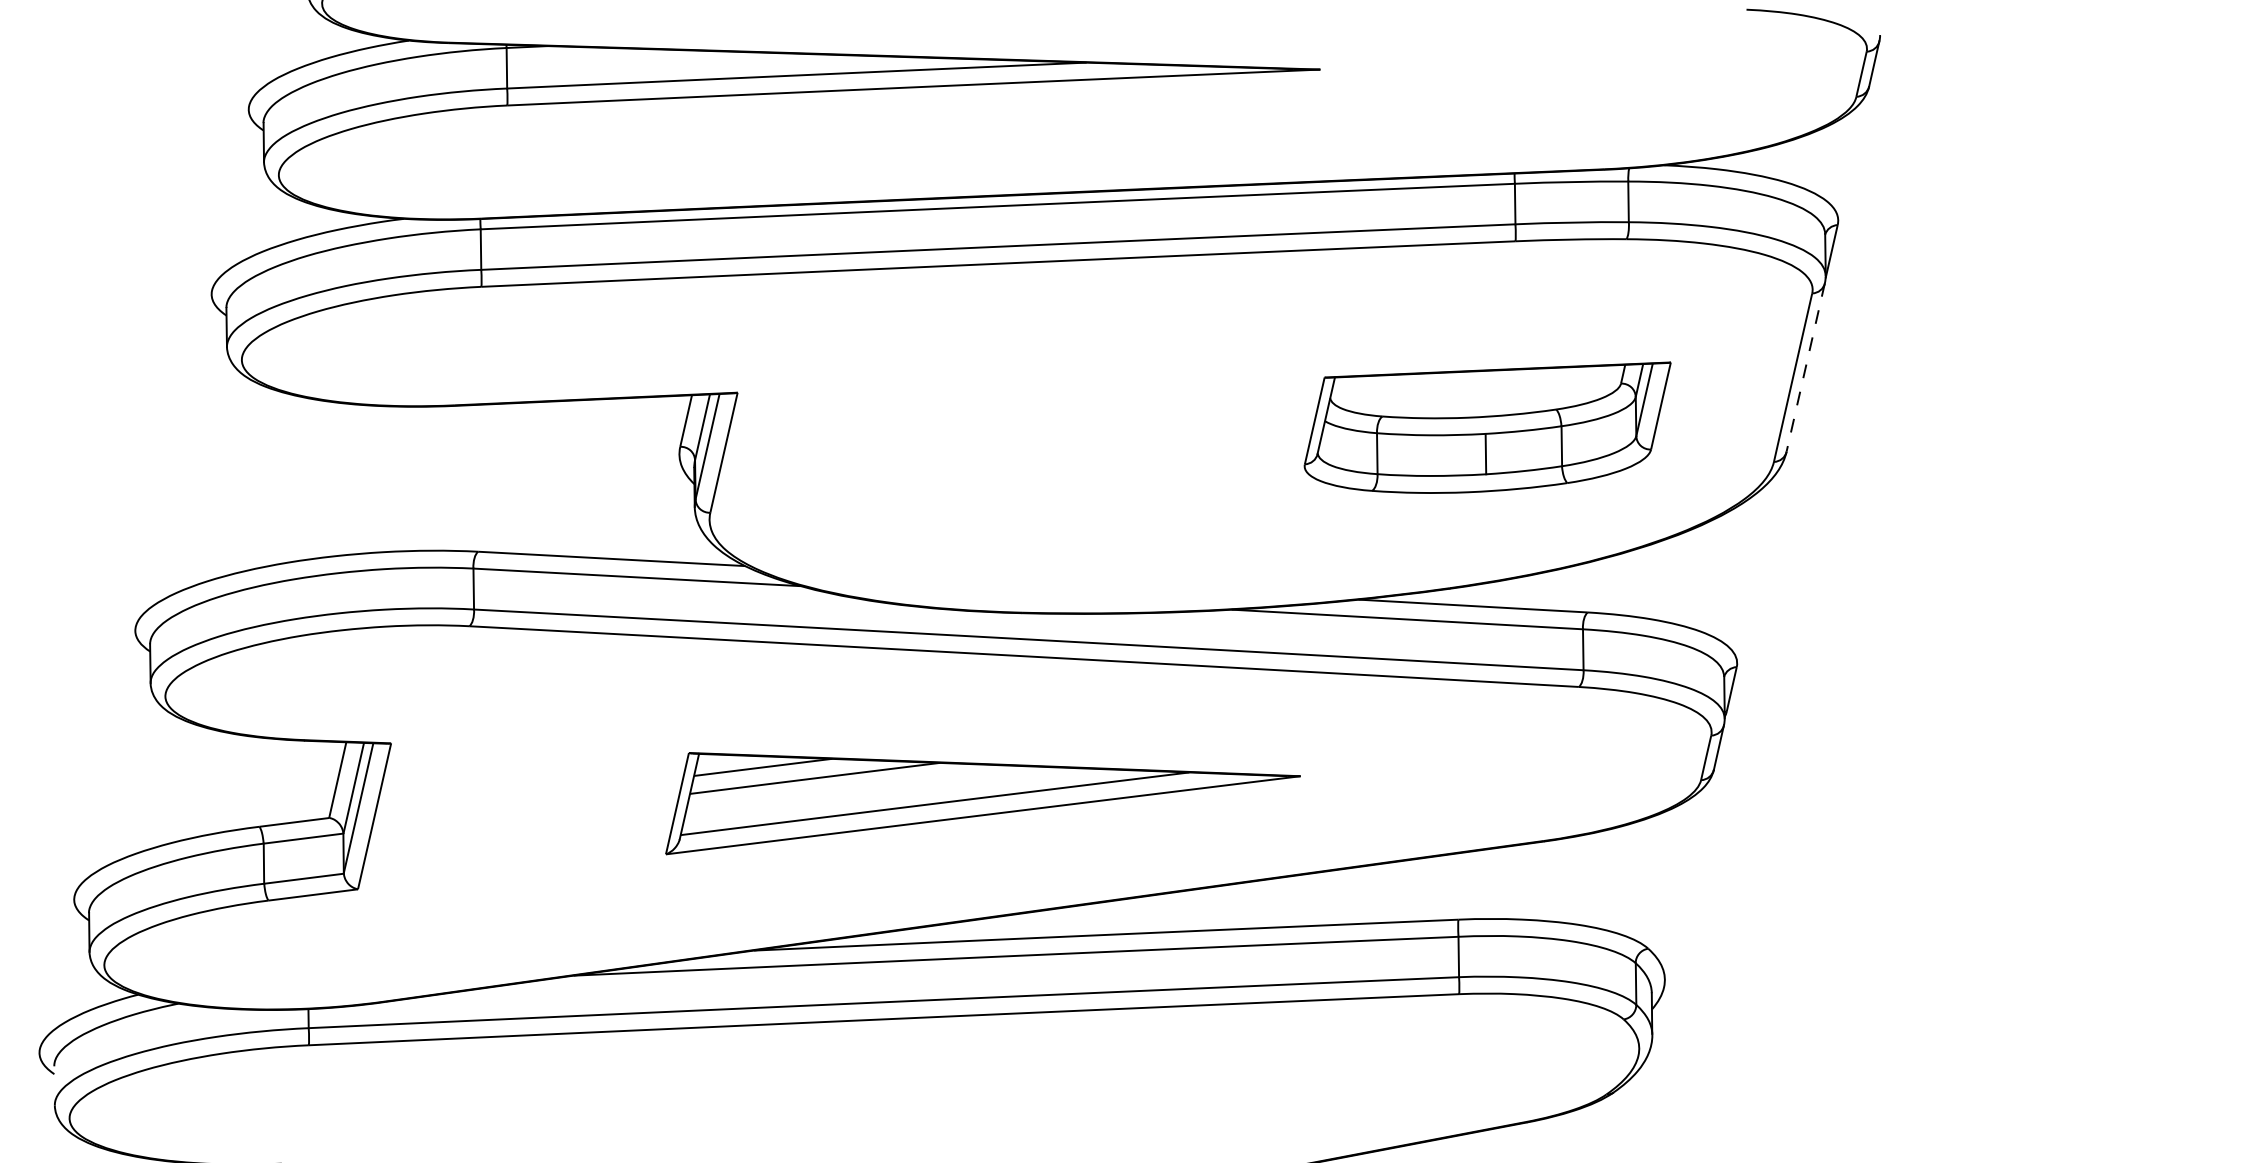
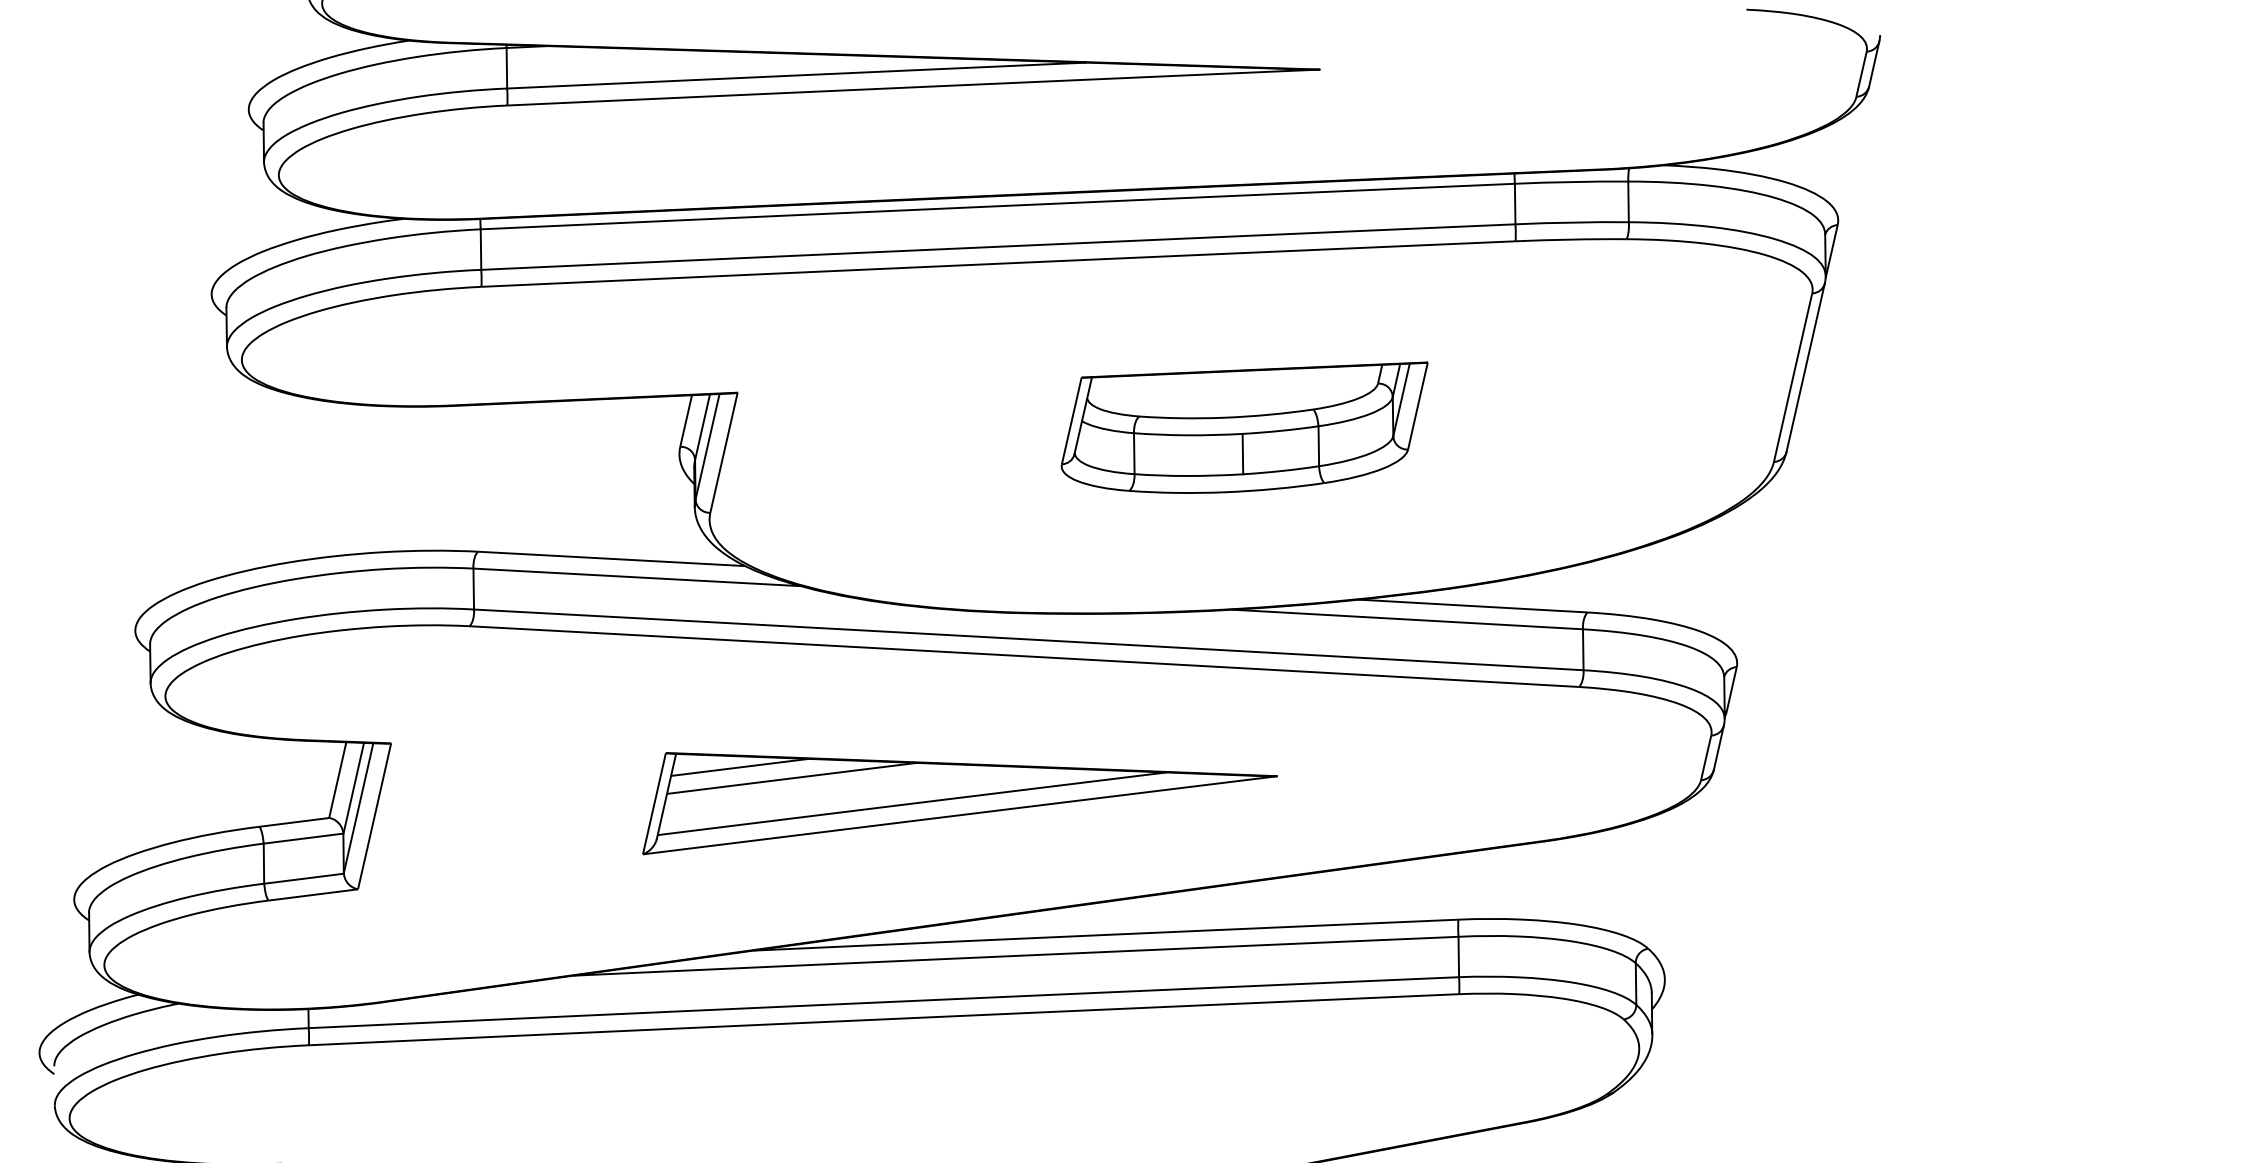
line at (1805, 367): dashed -> solid
part at (1487, 427) position: (1487, 427) -> (1244, 427)
part at (982, 803) position: (982, 803) -> (959, 803)
